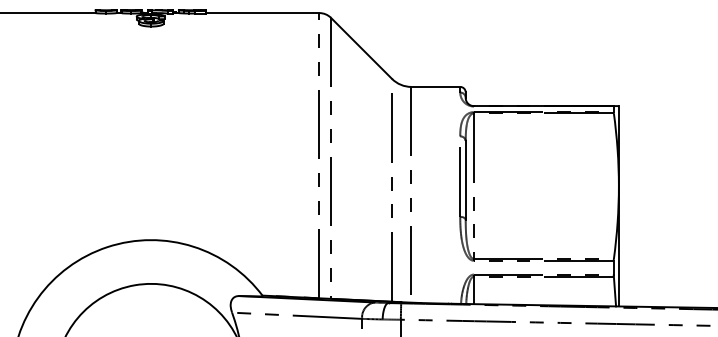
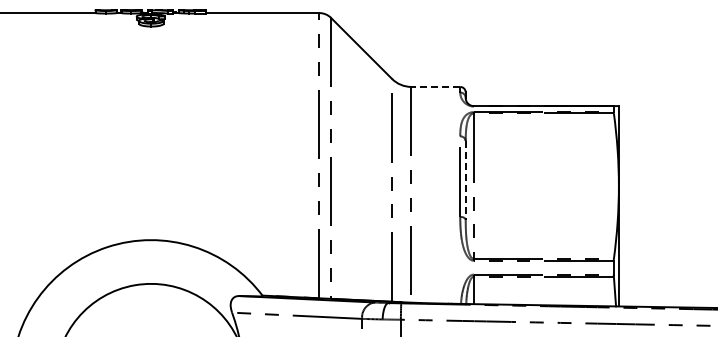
line at (435, 86): solid -> dashed
line at (465, 180): solid -> dashed
